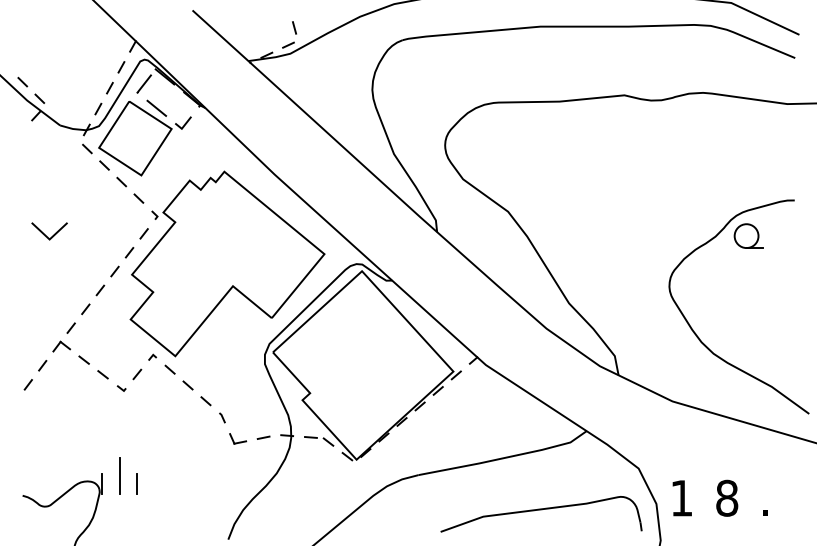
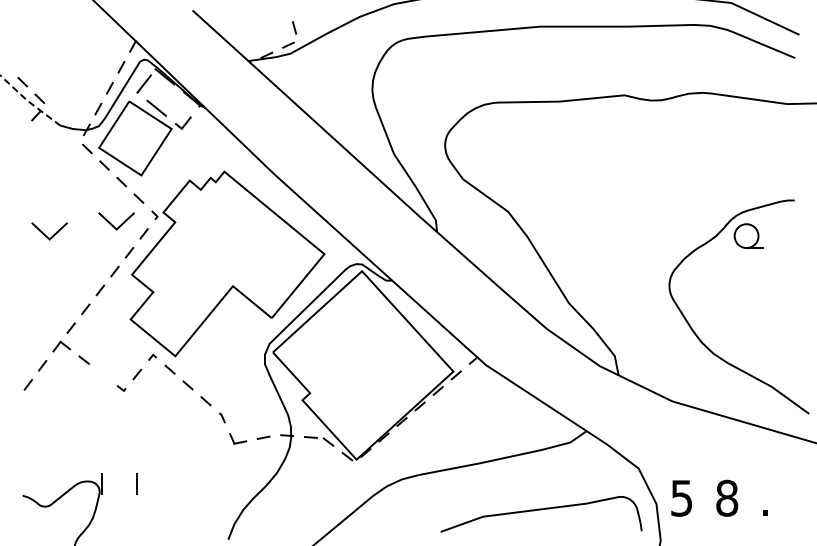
line at (28, 101): solid -> dashed
line at (112, 224): none -> present
line at (102, 374): present -> none
line at (119, 476): present -> none
text at (681, 498): 1 -> 5
